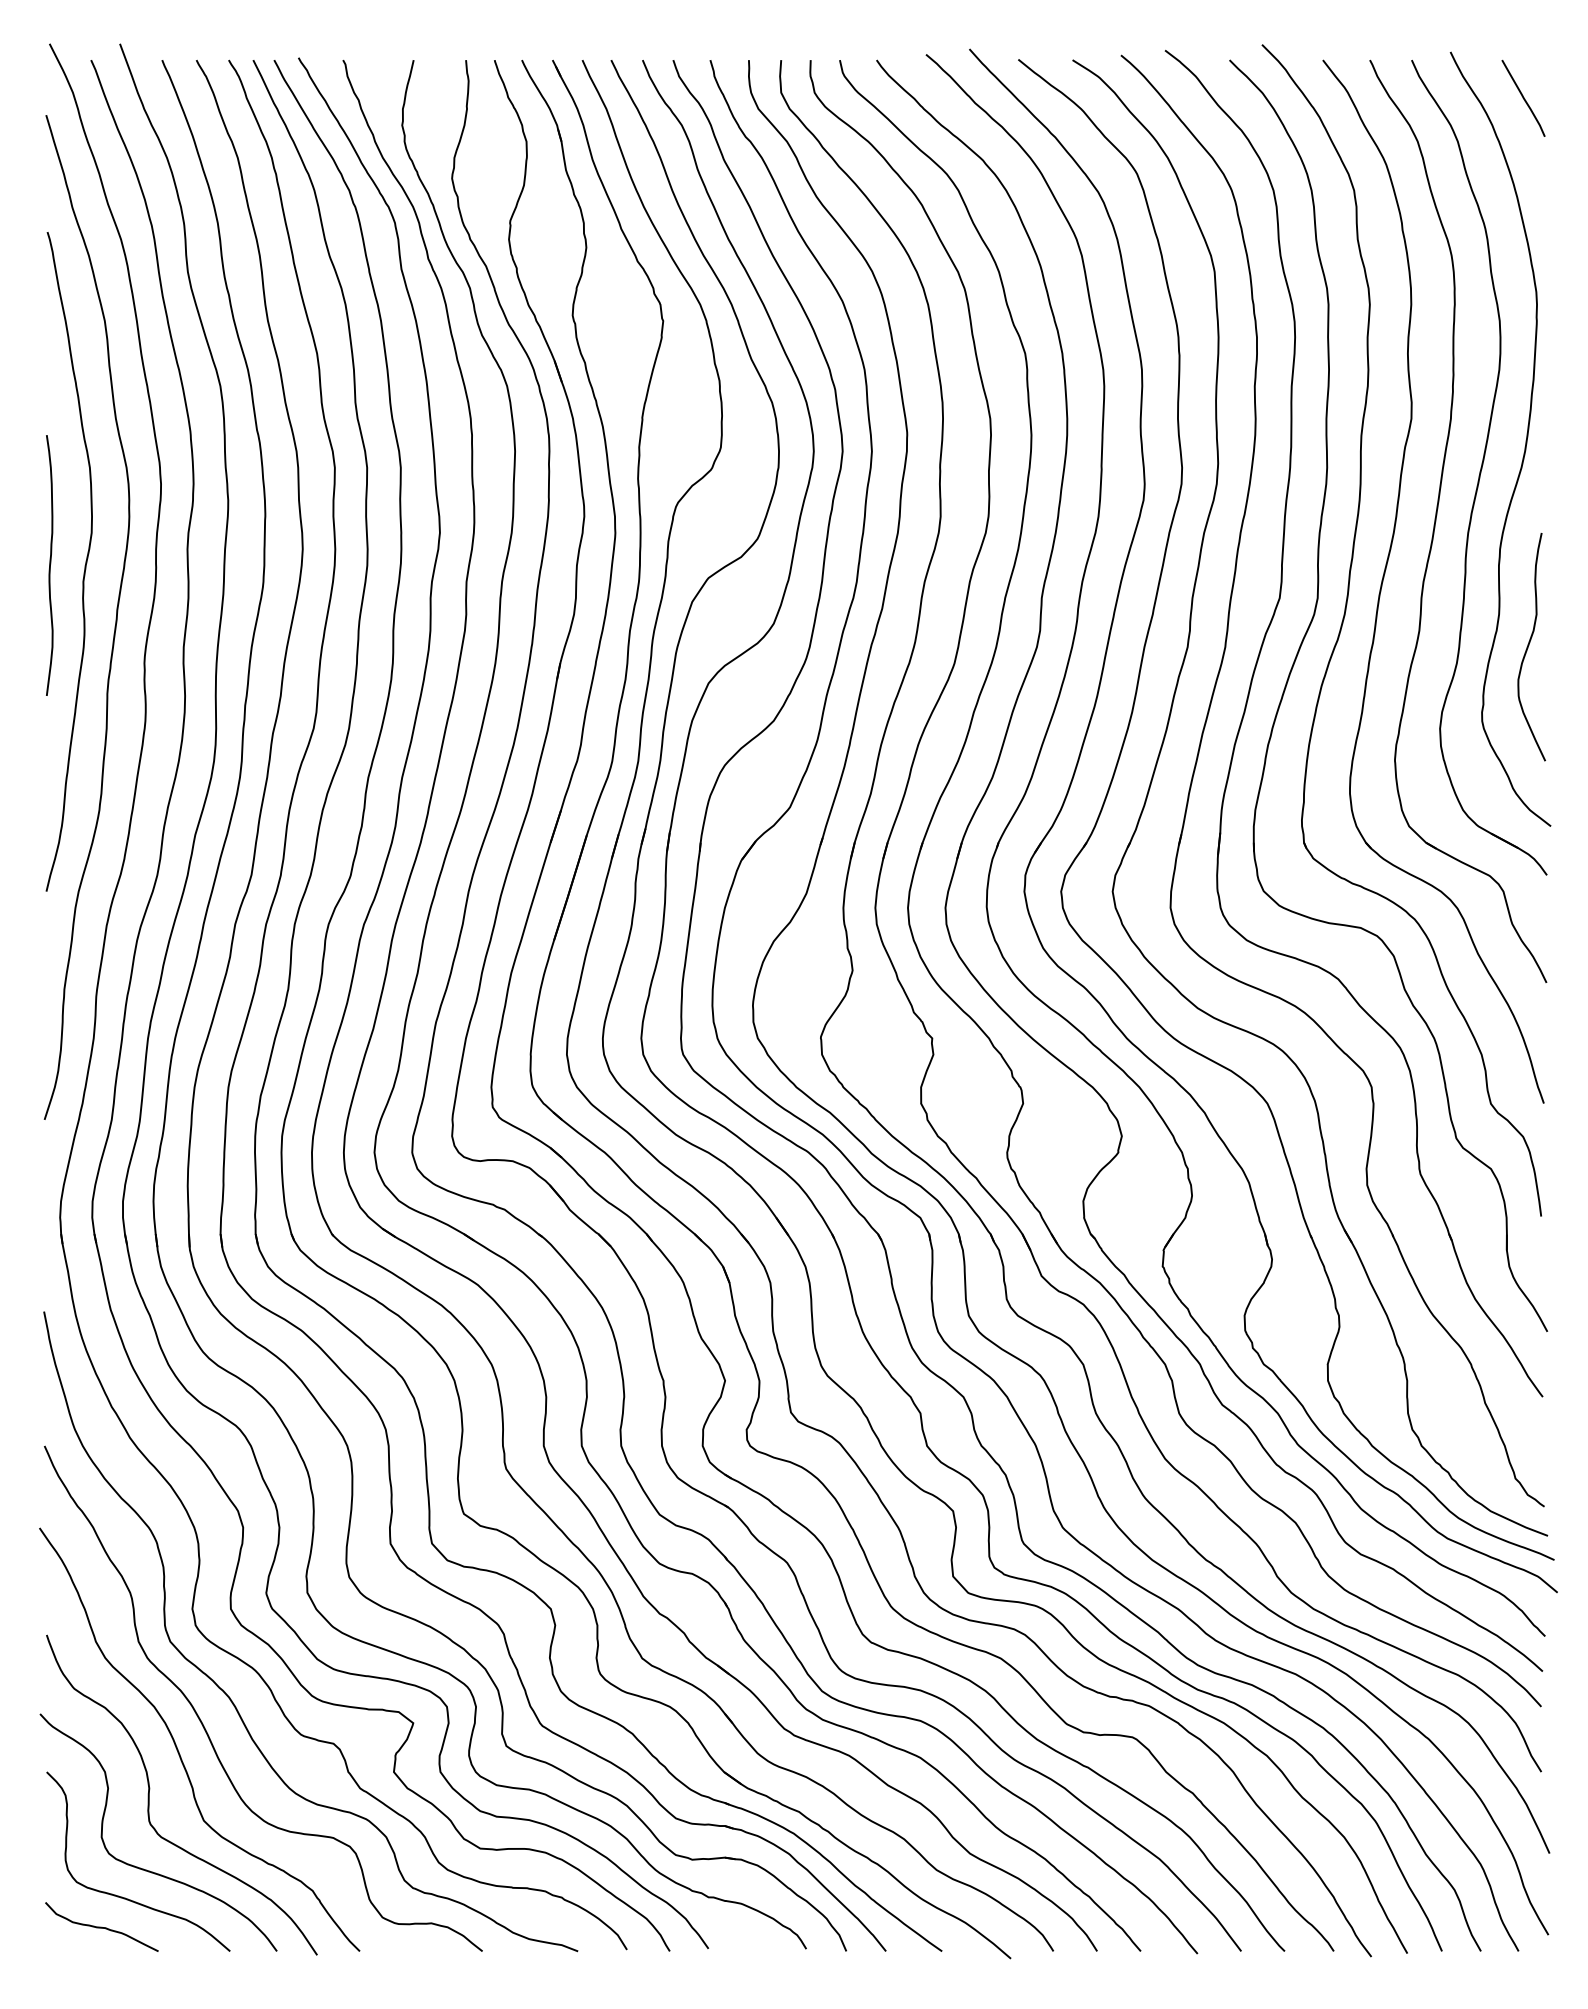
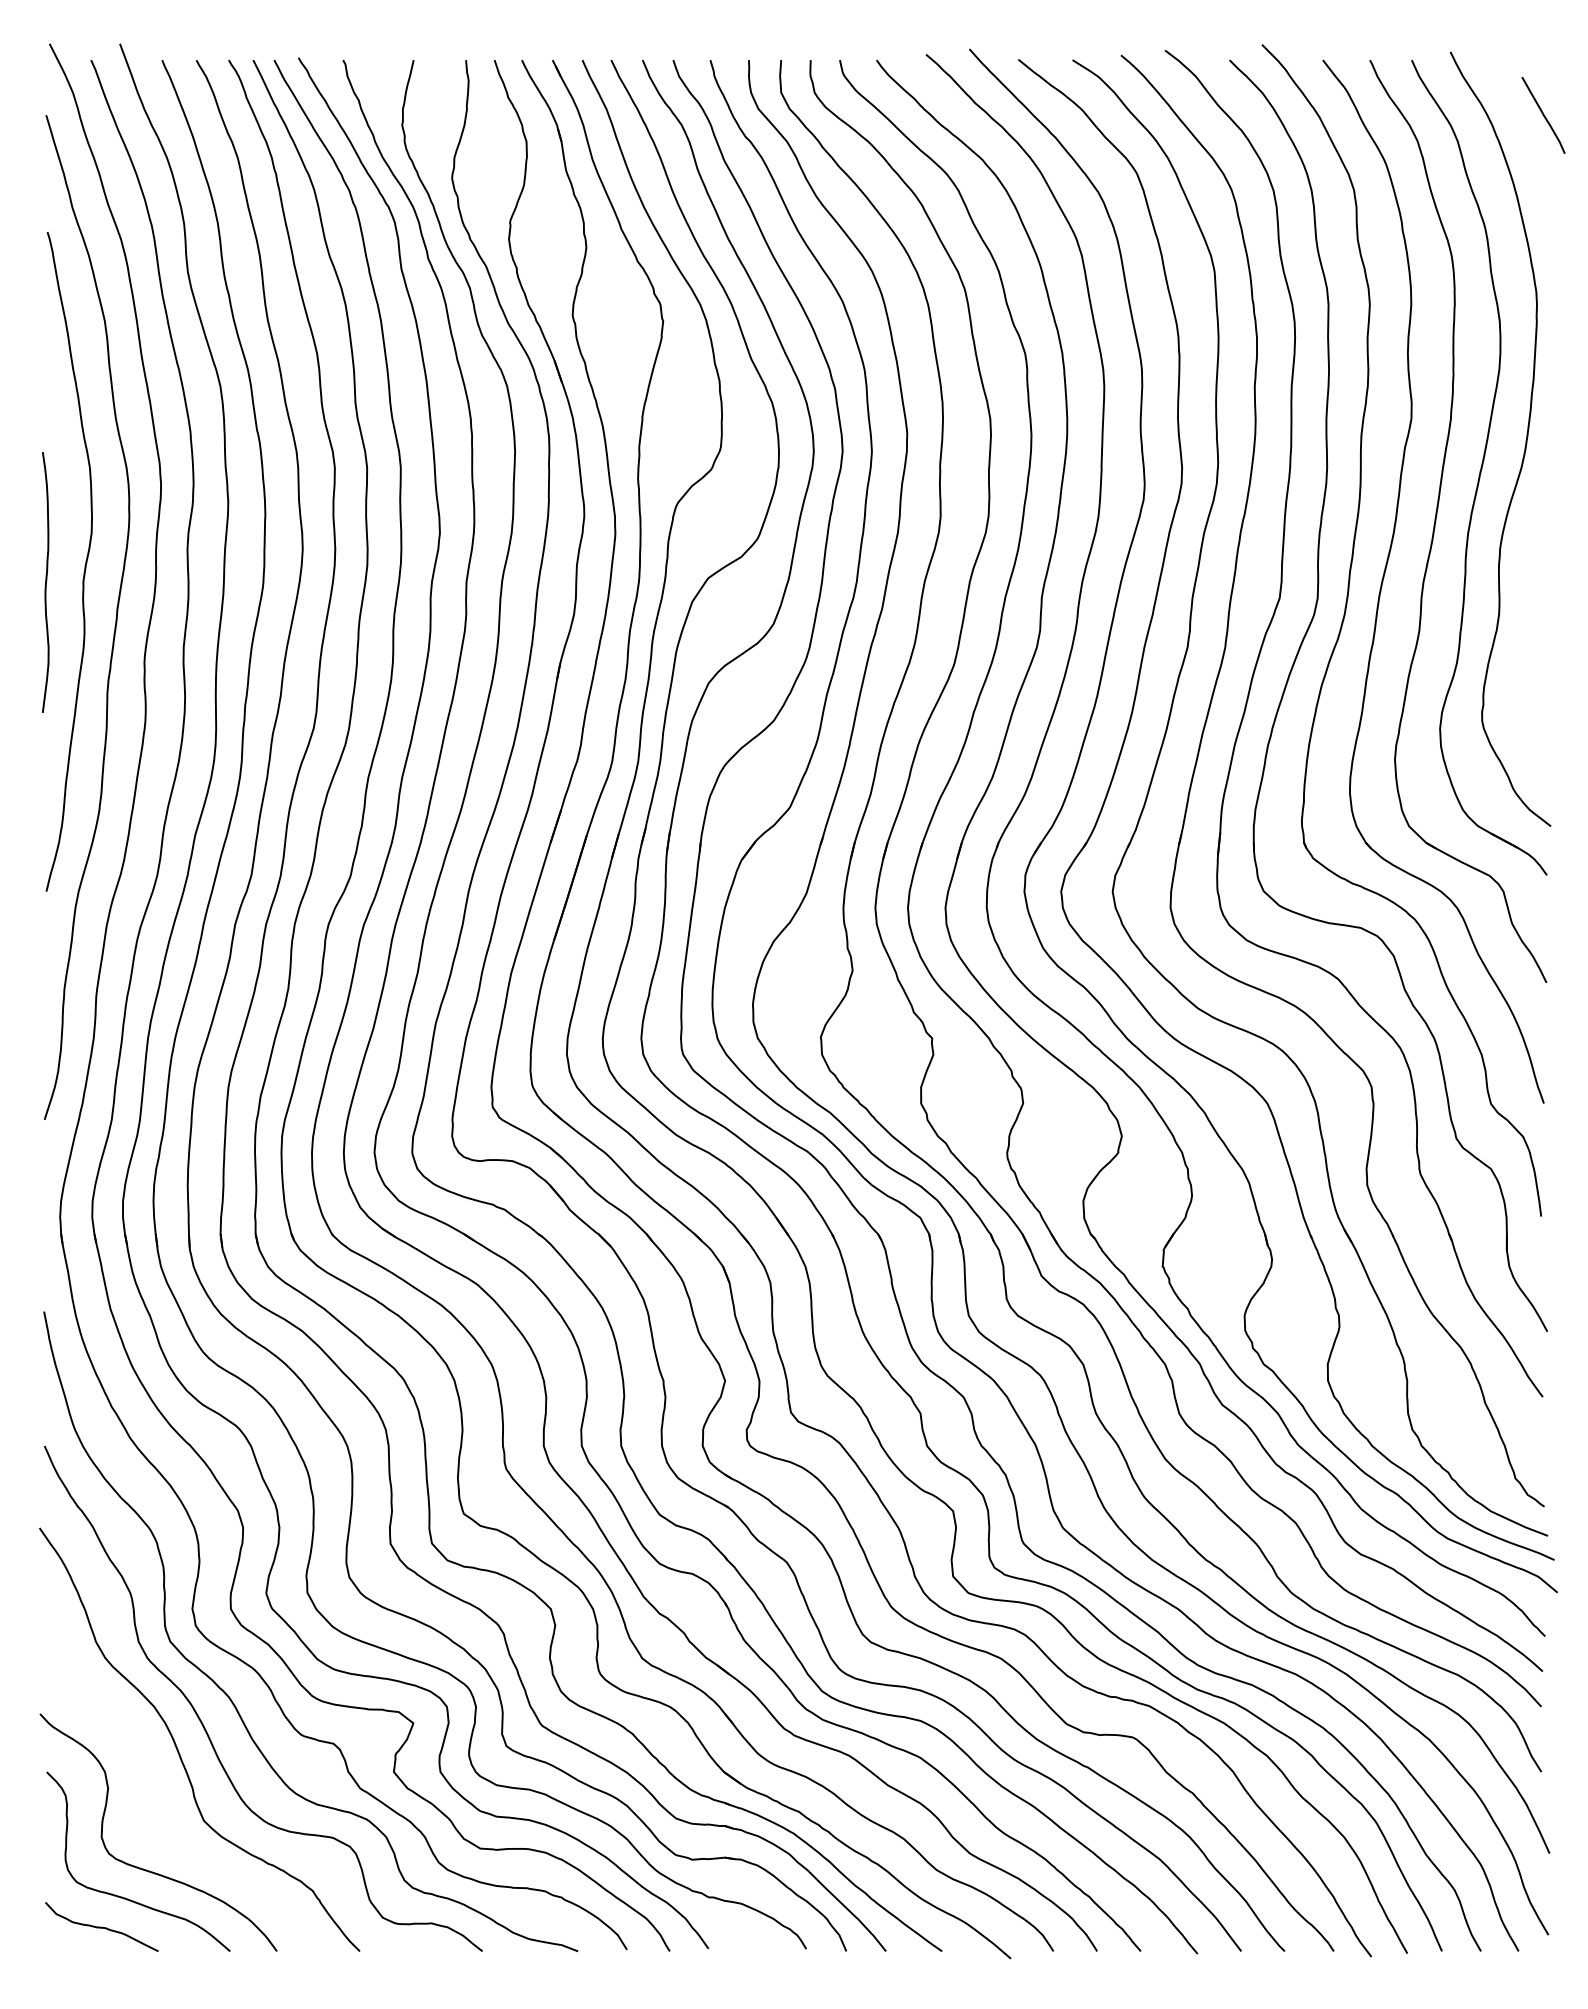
curve at (1523, 97) position: (1523, 97) -> (1543, 114)
curve at (49, 565) position: (49, 565) -> (45, 582)
curve at (1529, 645): present -> none
curve at (150, 1789): present -> none
